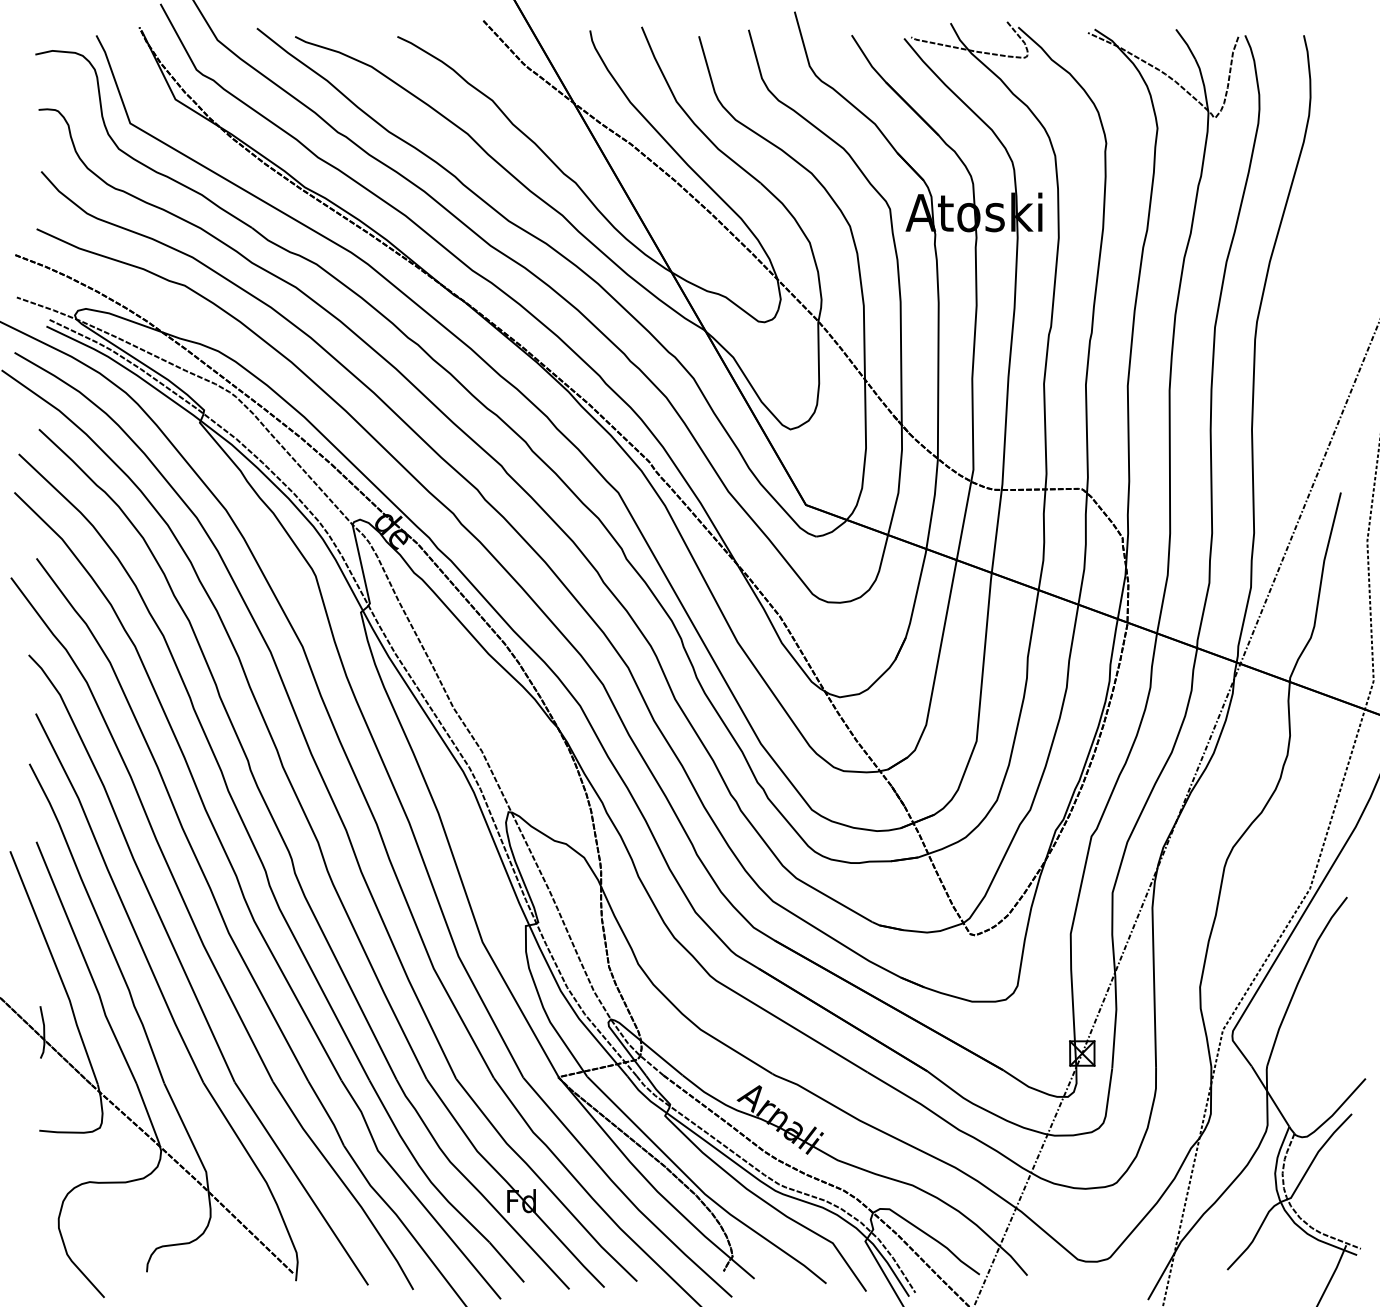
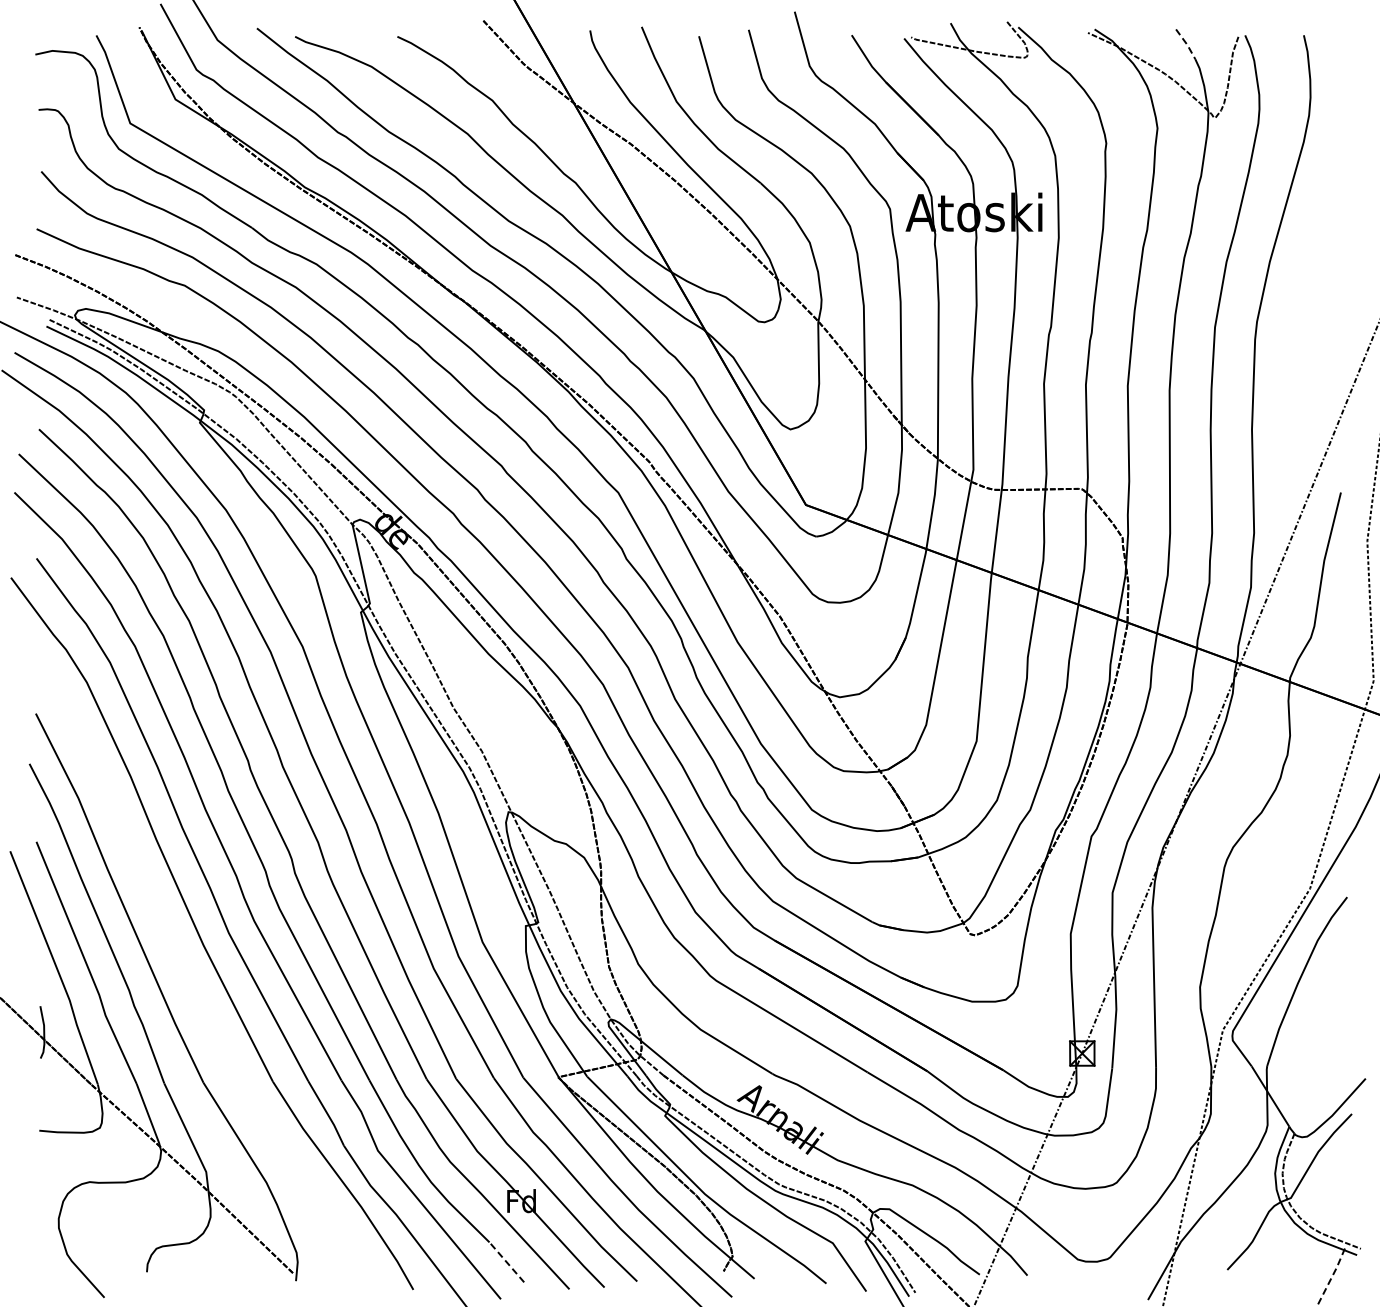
line at (1186, 44): solid -> dashed
part at (187, 975): present -> none
line at (506, 1261): solid -> dashed
line at (1332, 1275): solid -> dashed
